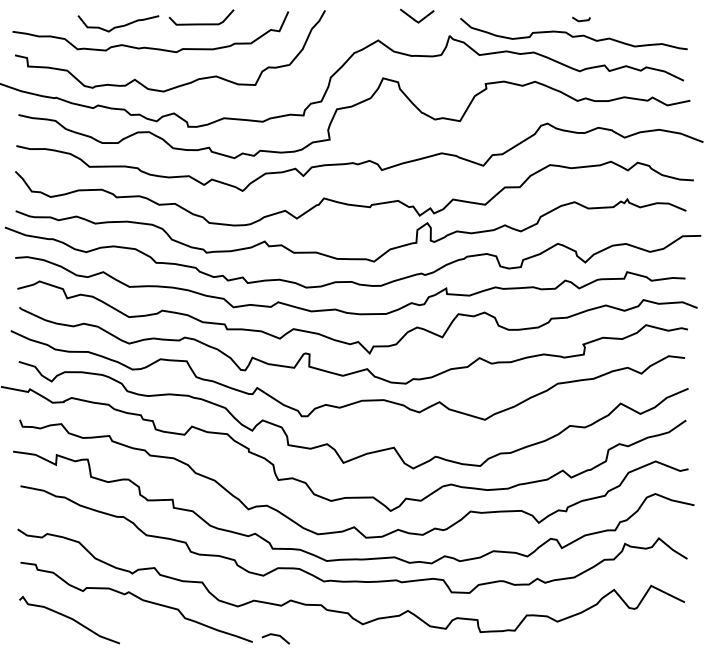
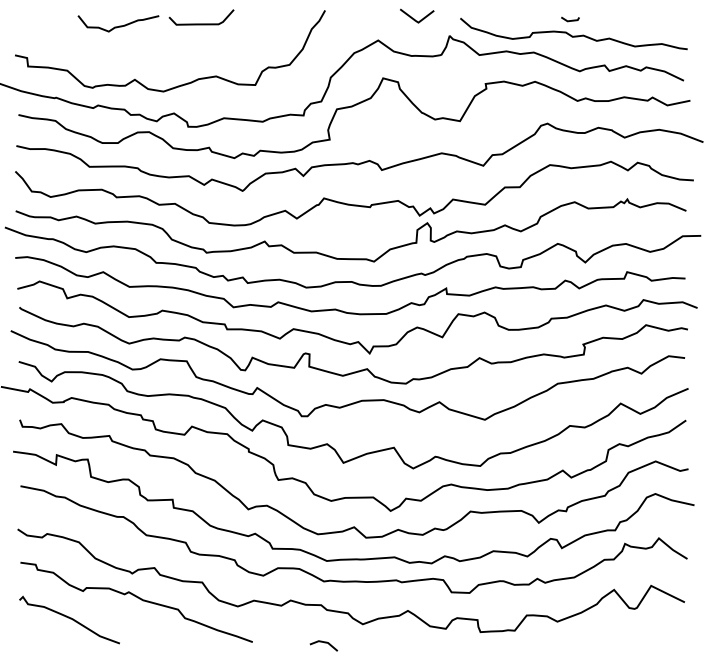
line at (581, 20) position: (581, 20) -> (570, 20)
curve at (150, 47): present -> none
line at (276, 636) position: (276, 636) -> (324, 643)
